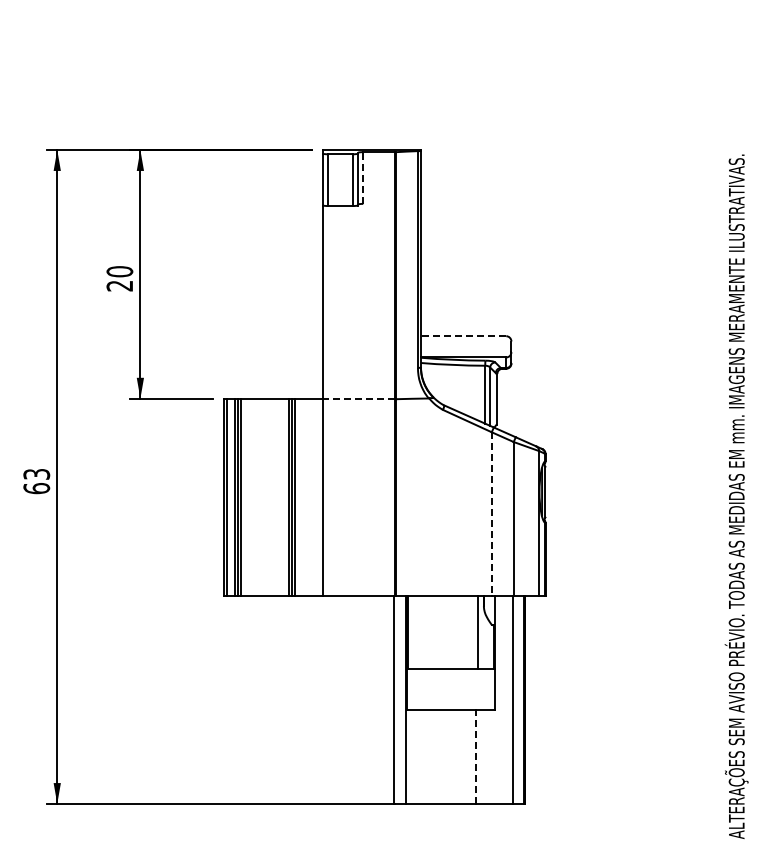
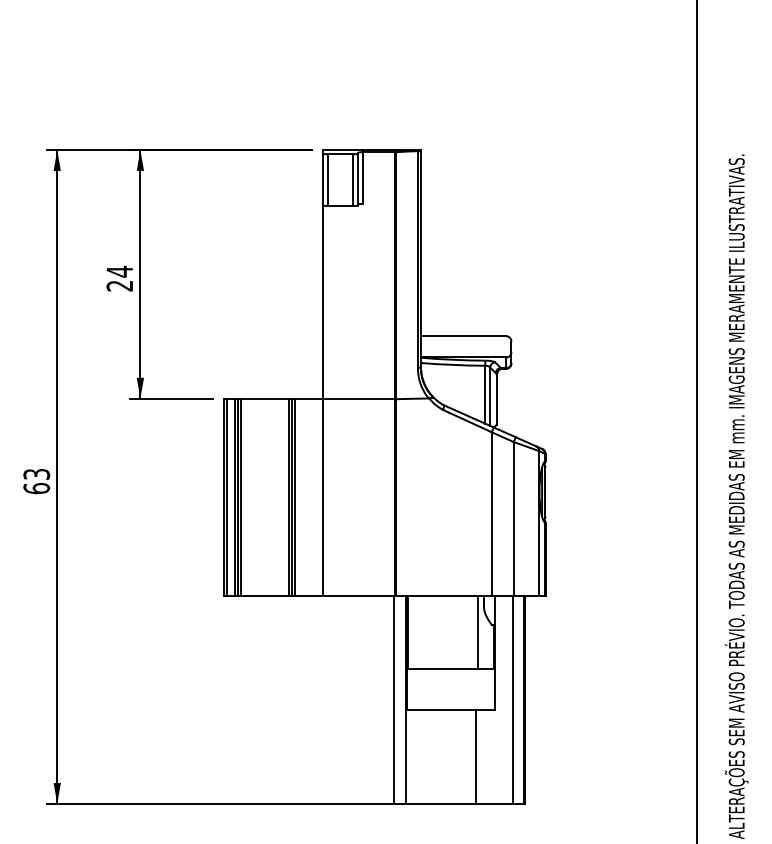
line at (363, 178): dashed -> solid
text at (119, 271): 20 -> 24
line at (463, 336): dashed -> solid
line at (358, 399): dashed -> solid
line at (696, 421): none -> present
line at (491, 514): dashed -> solid
line at (476, 757): dashed -> solid
